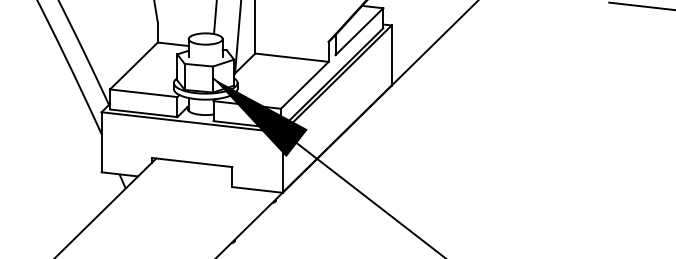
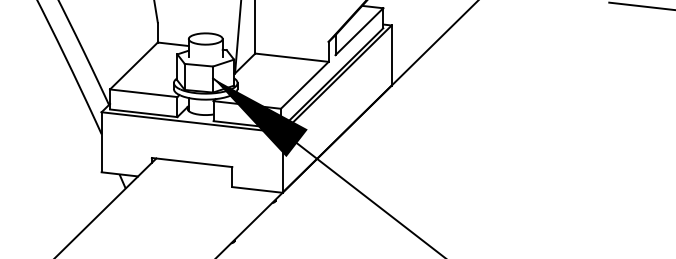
line at (215, 18): present -> none
